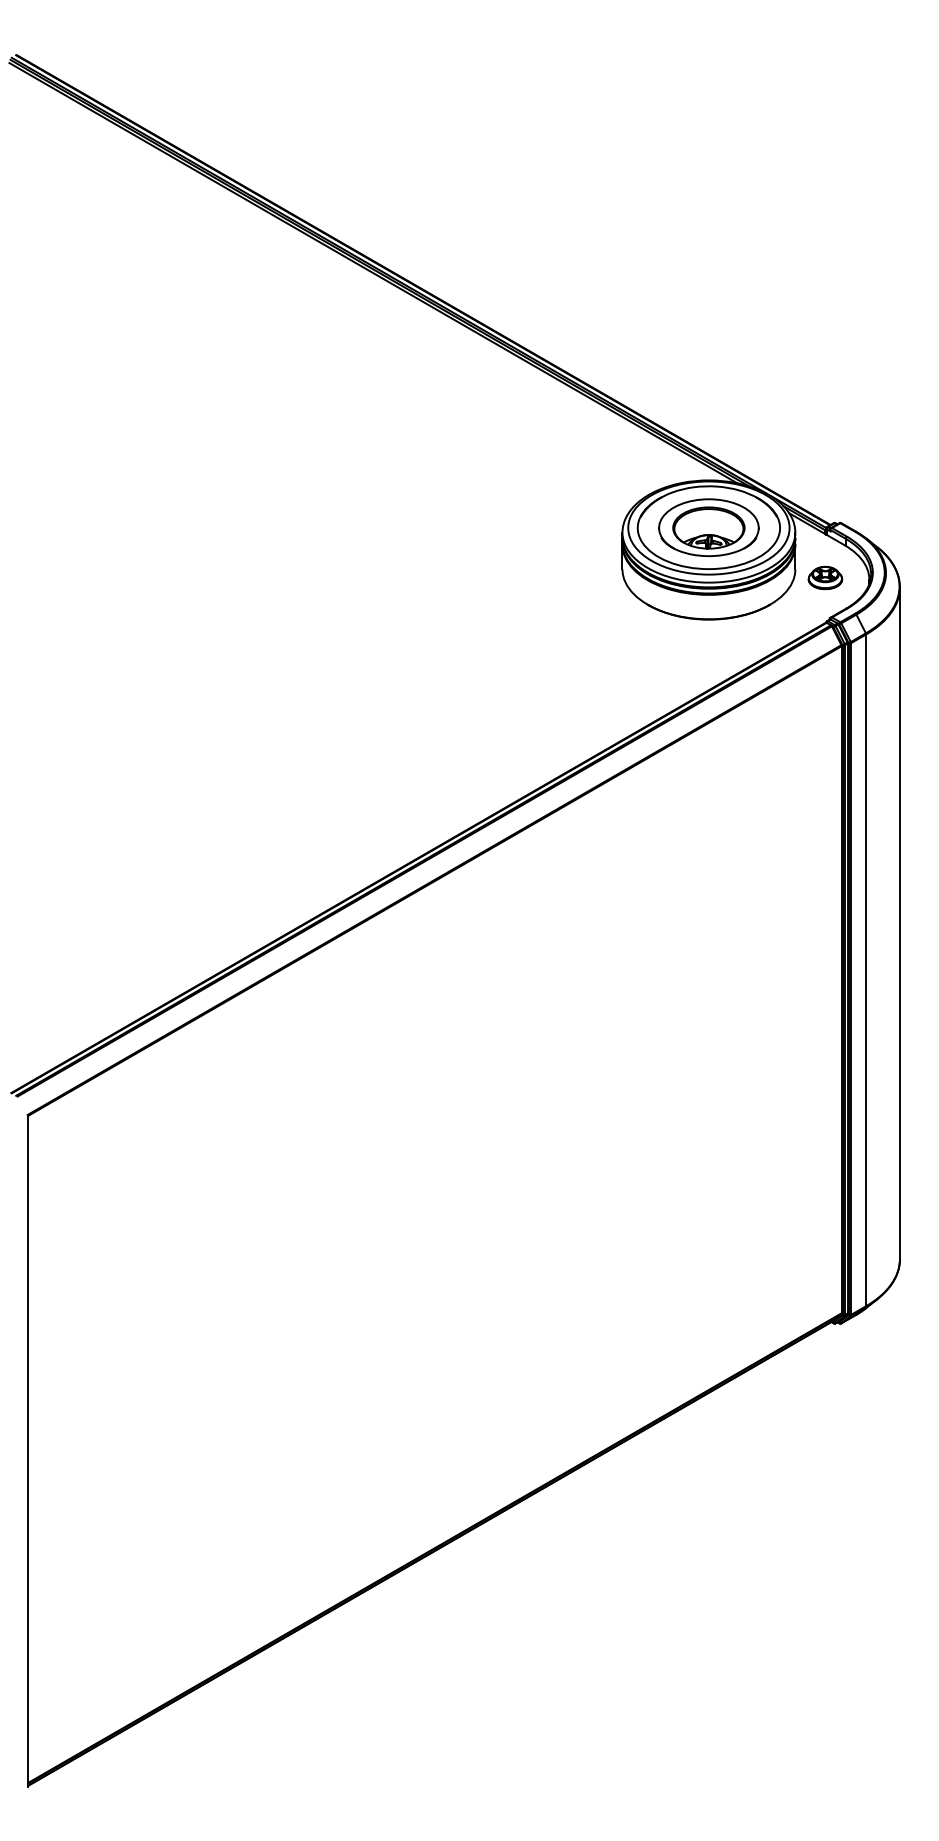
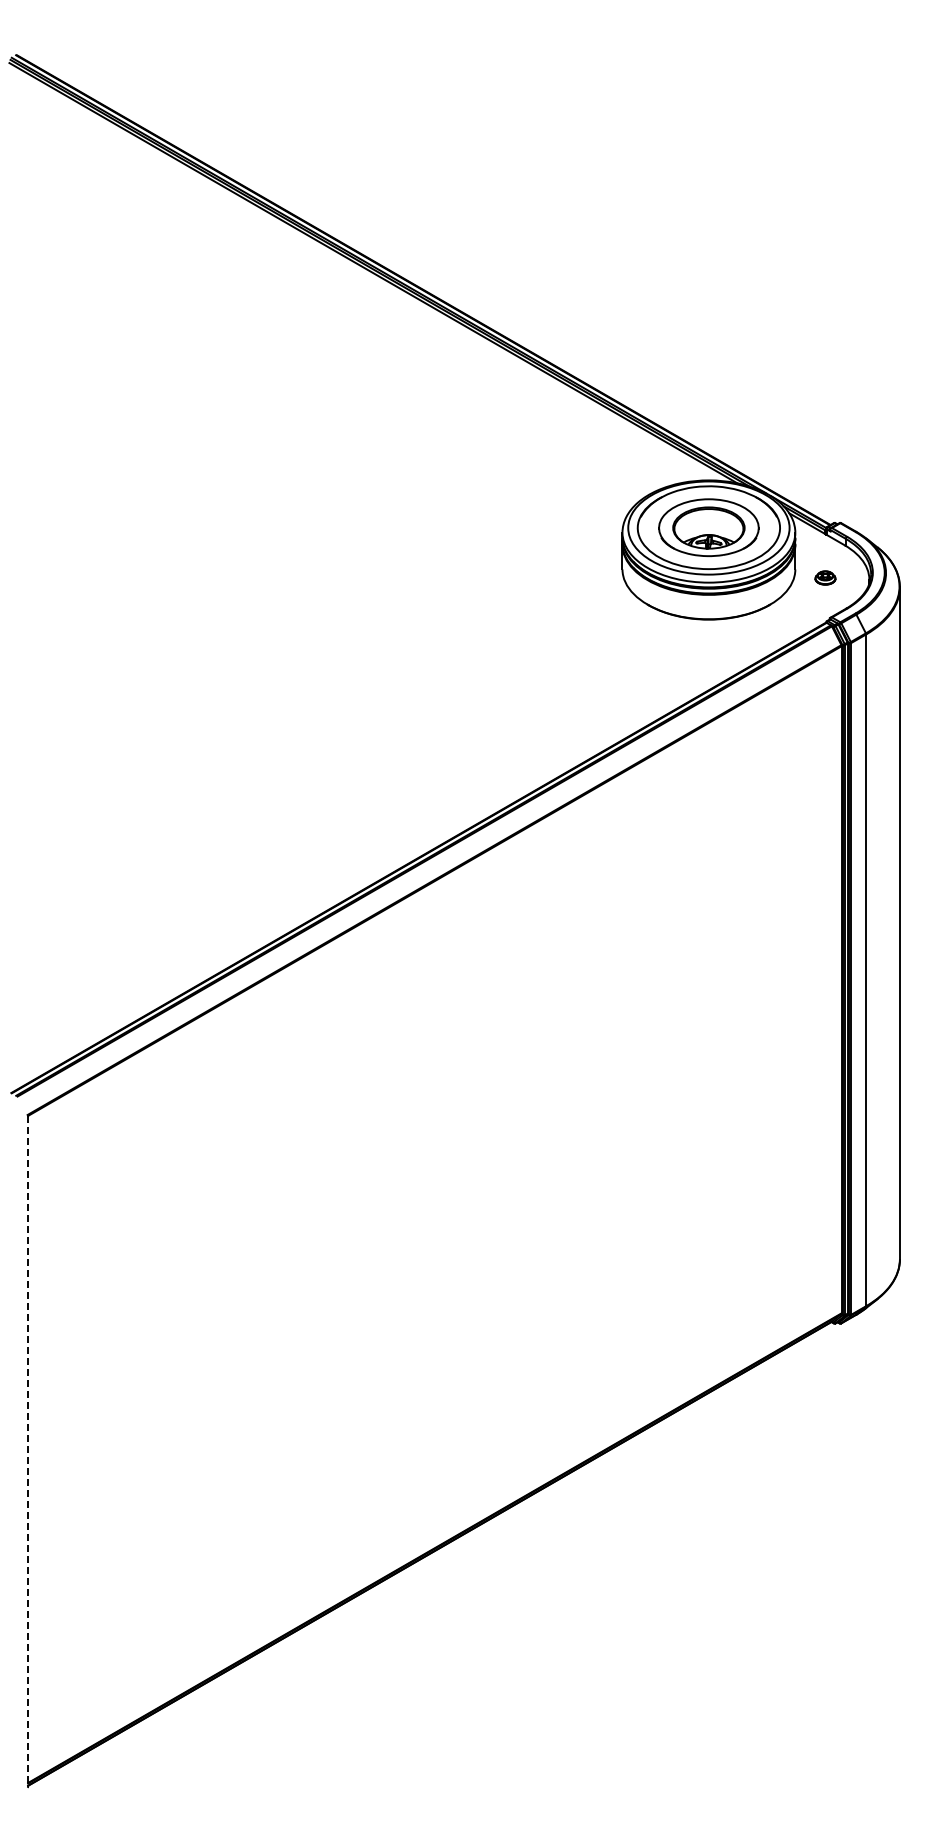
part at (825, 577) size: 37x26 px -> 23x16 px
line at (28, 1451): solid -> dashed
